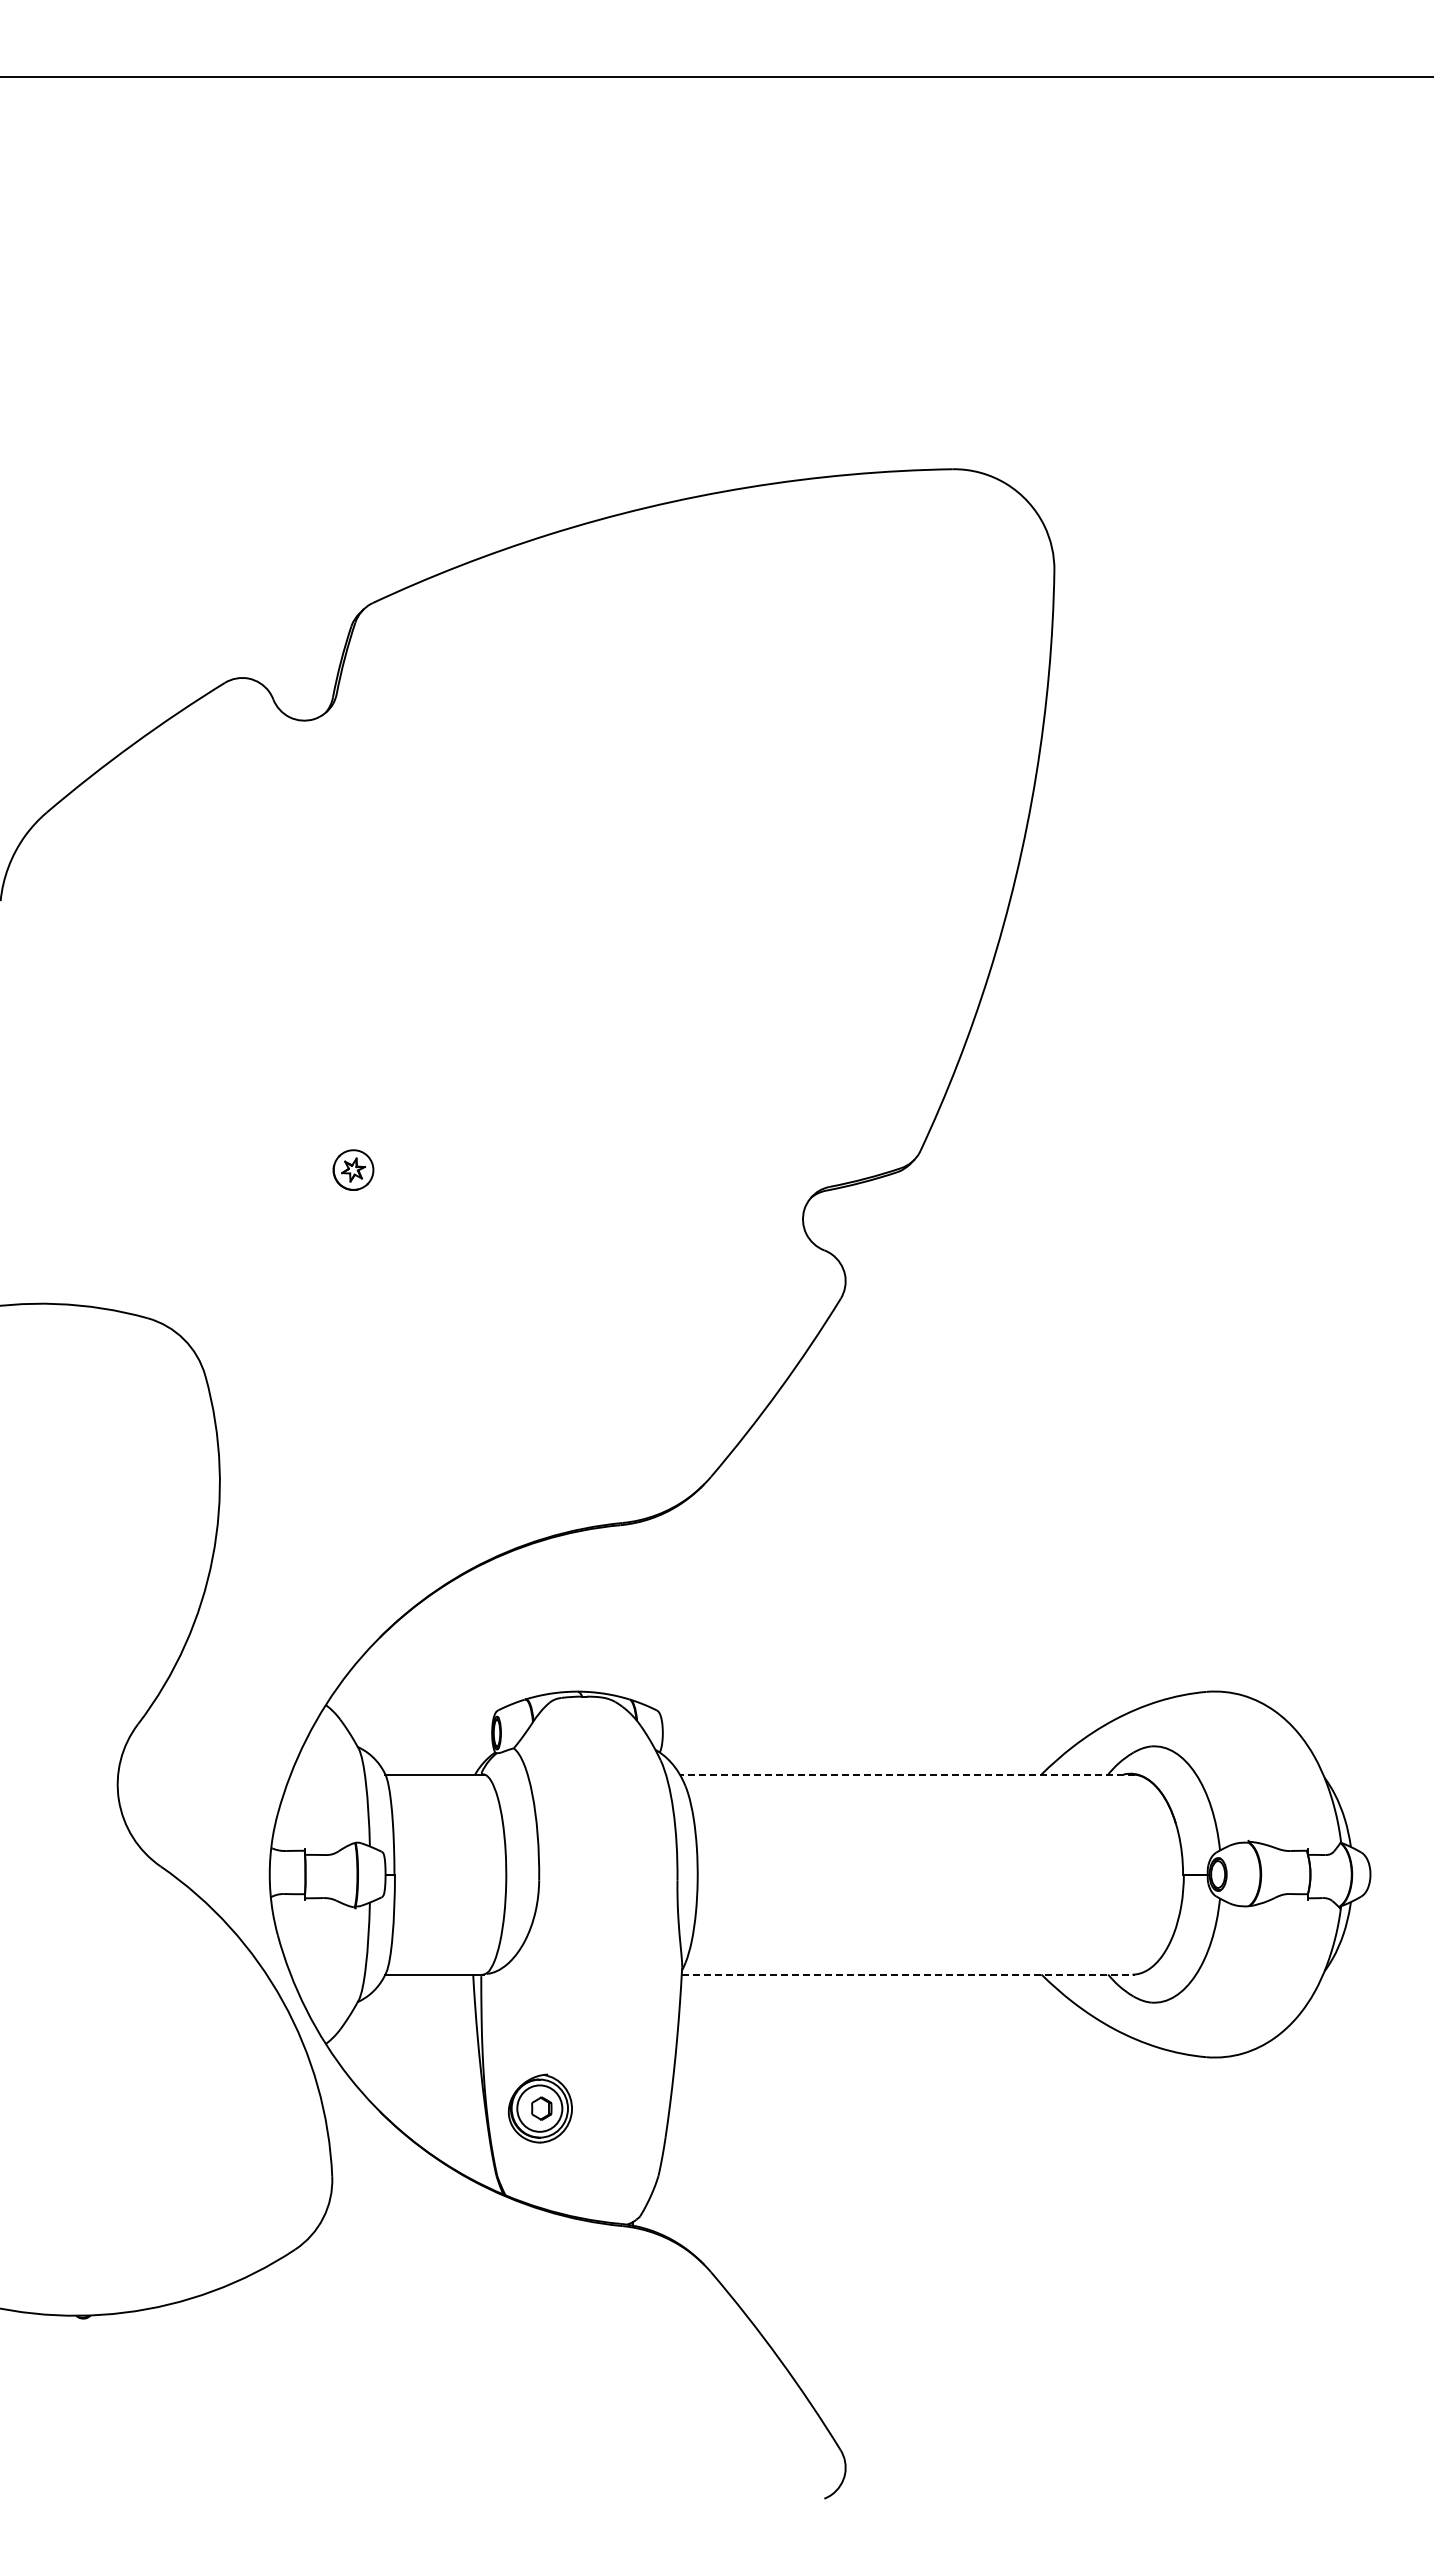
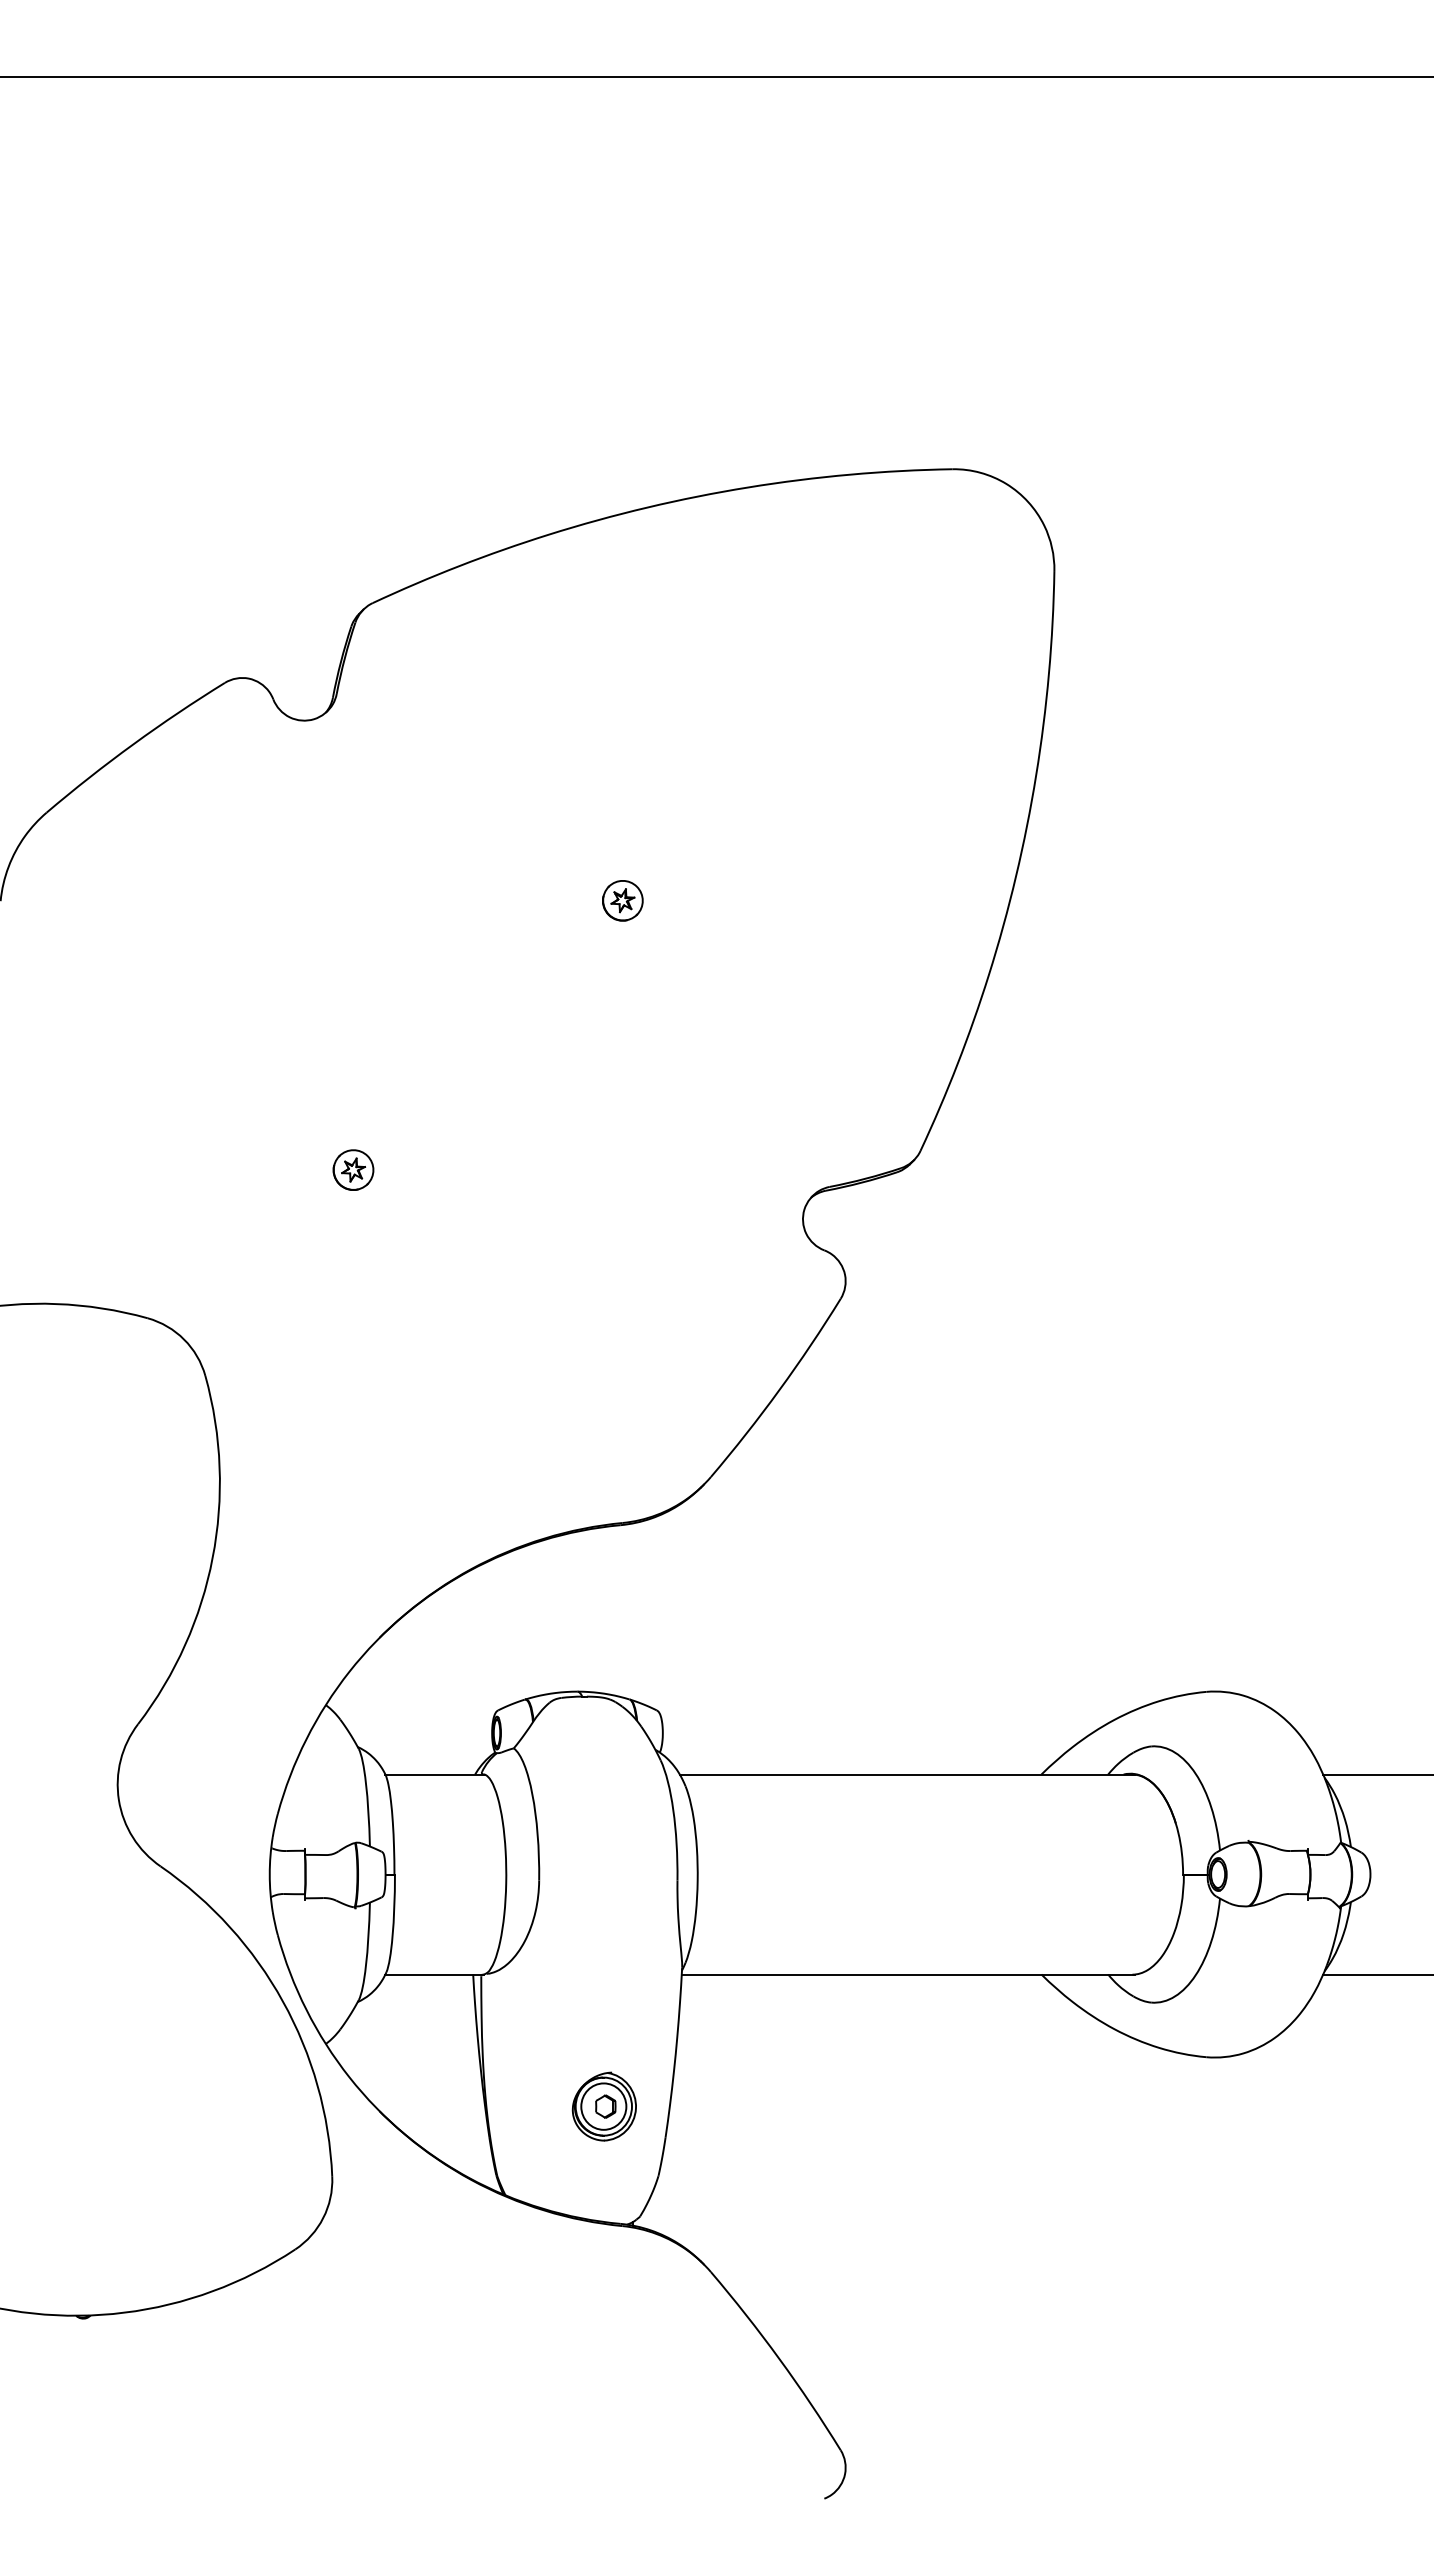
part at (622, 900): none -> present
line at (906, 1774): dashed -> solid
line at (1376, 1774): none -> present
line at (908, 1974): dashed -> solid
line at (1376, 1974): none -> present
part at (539, 2108) position: (539, 2108) -> (603, 2106)
